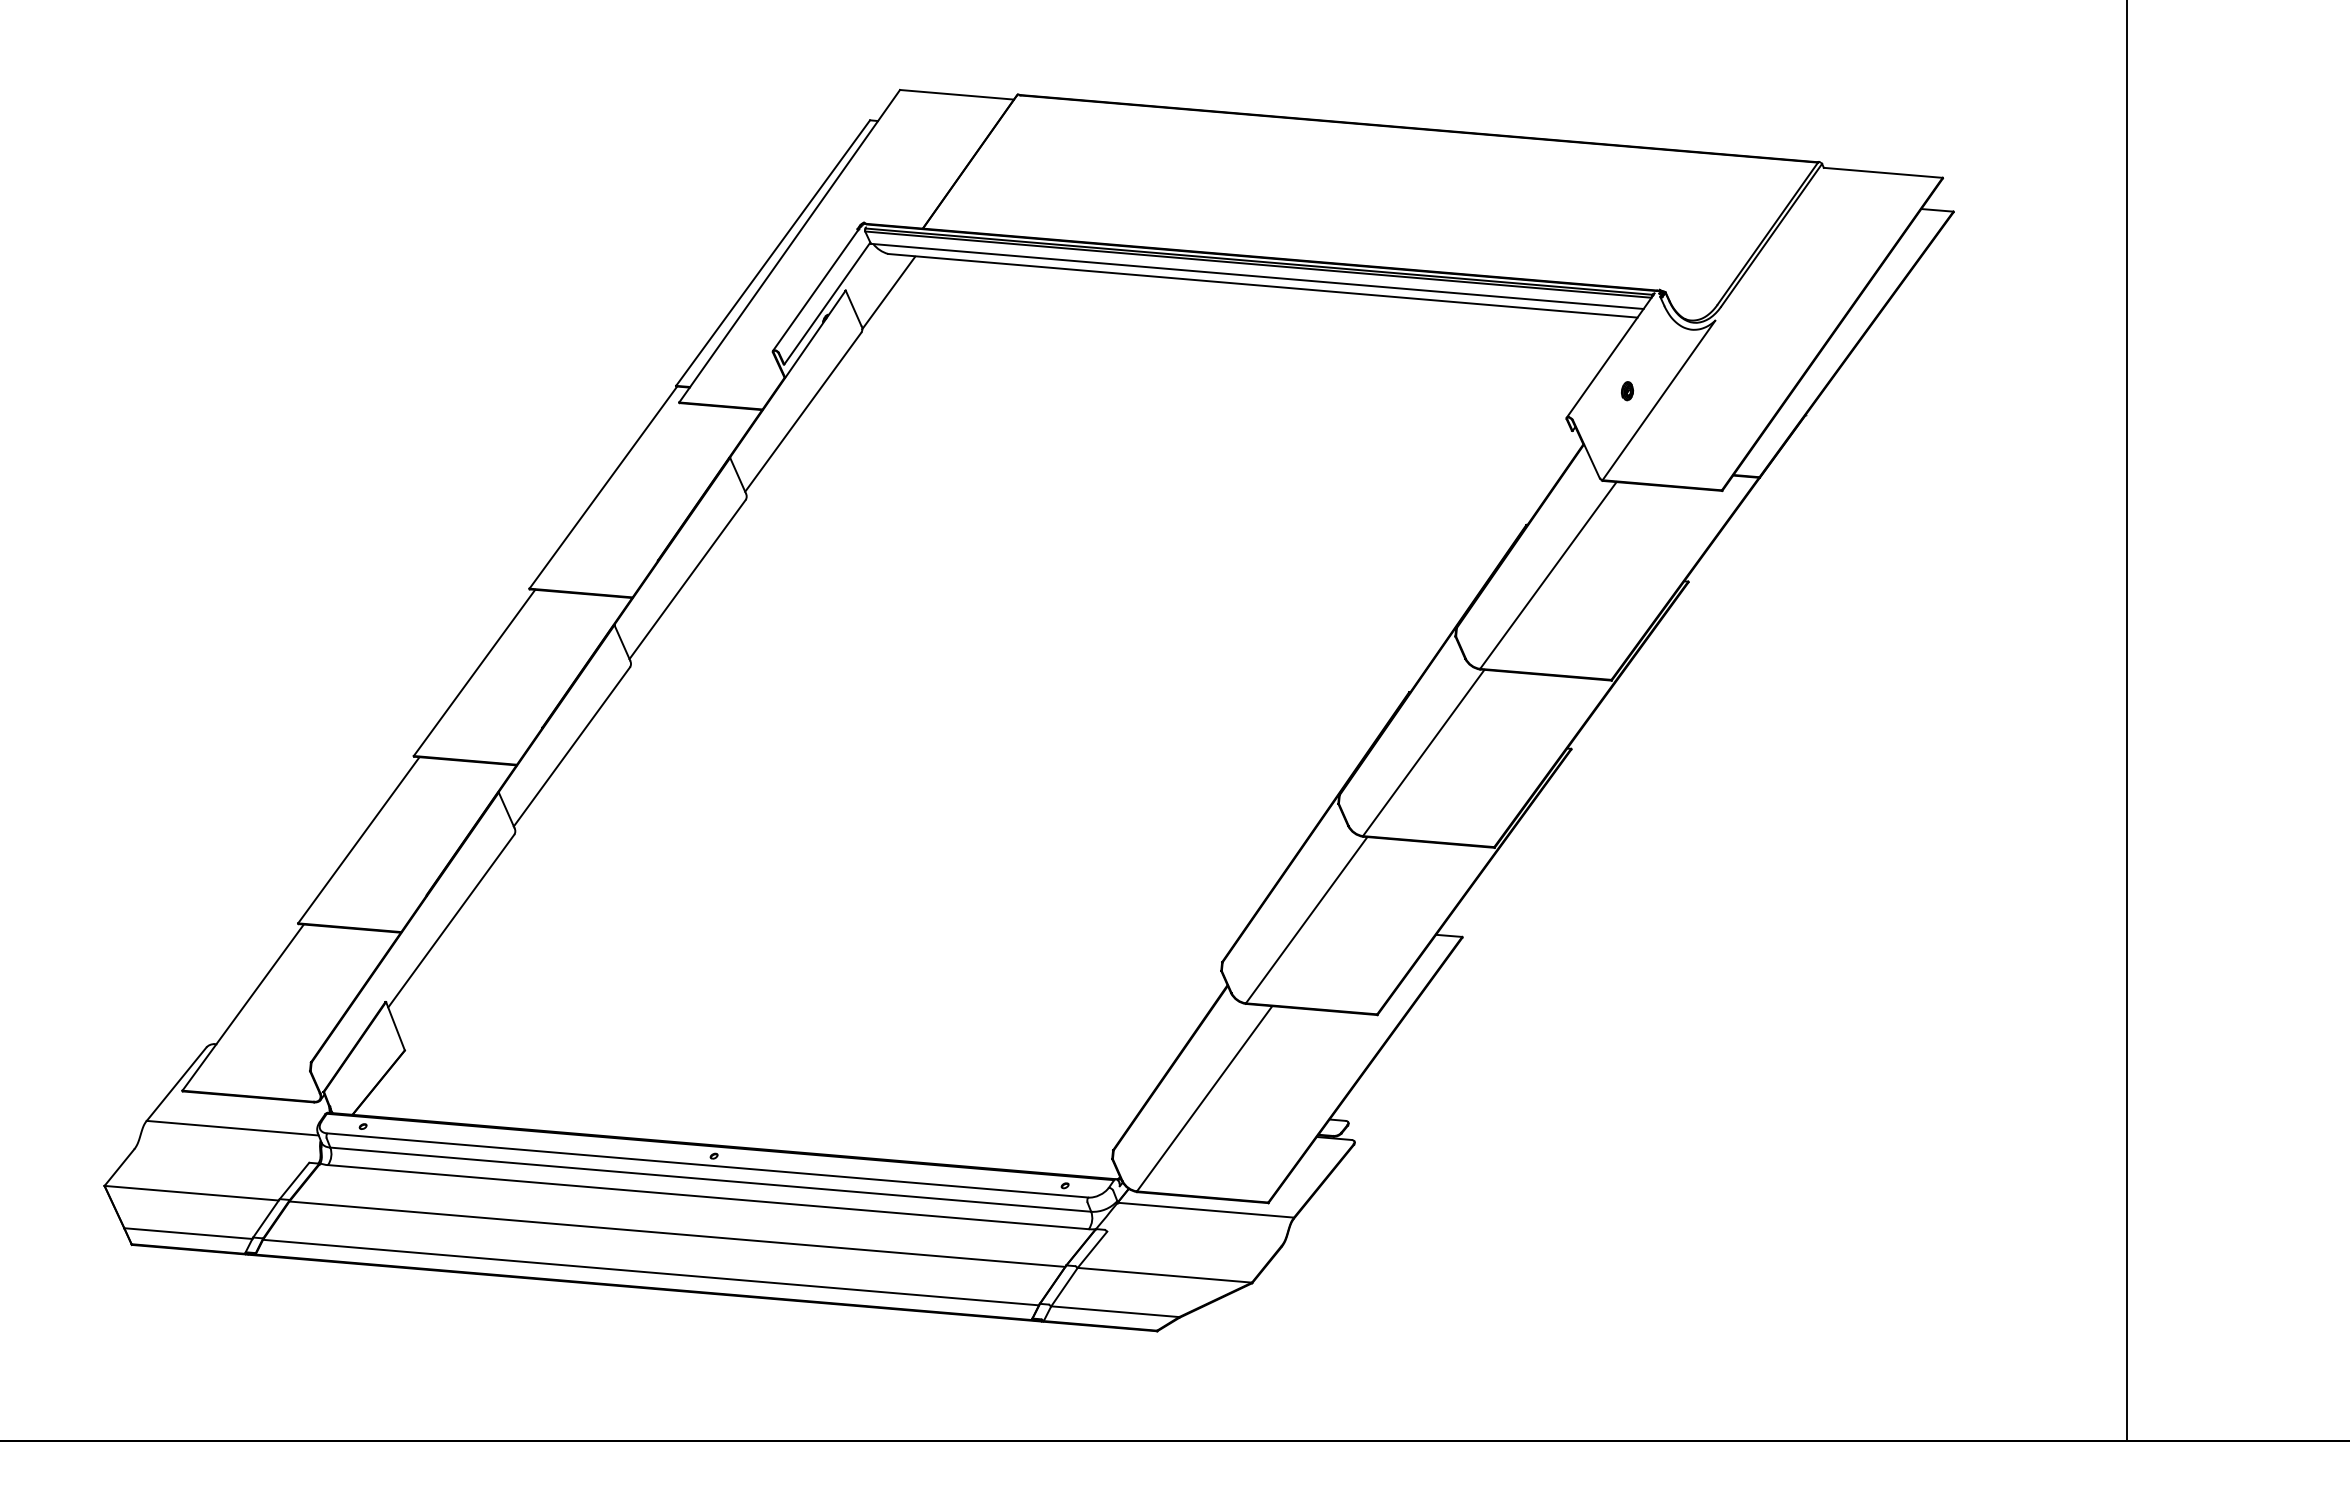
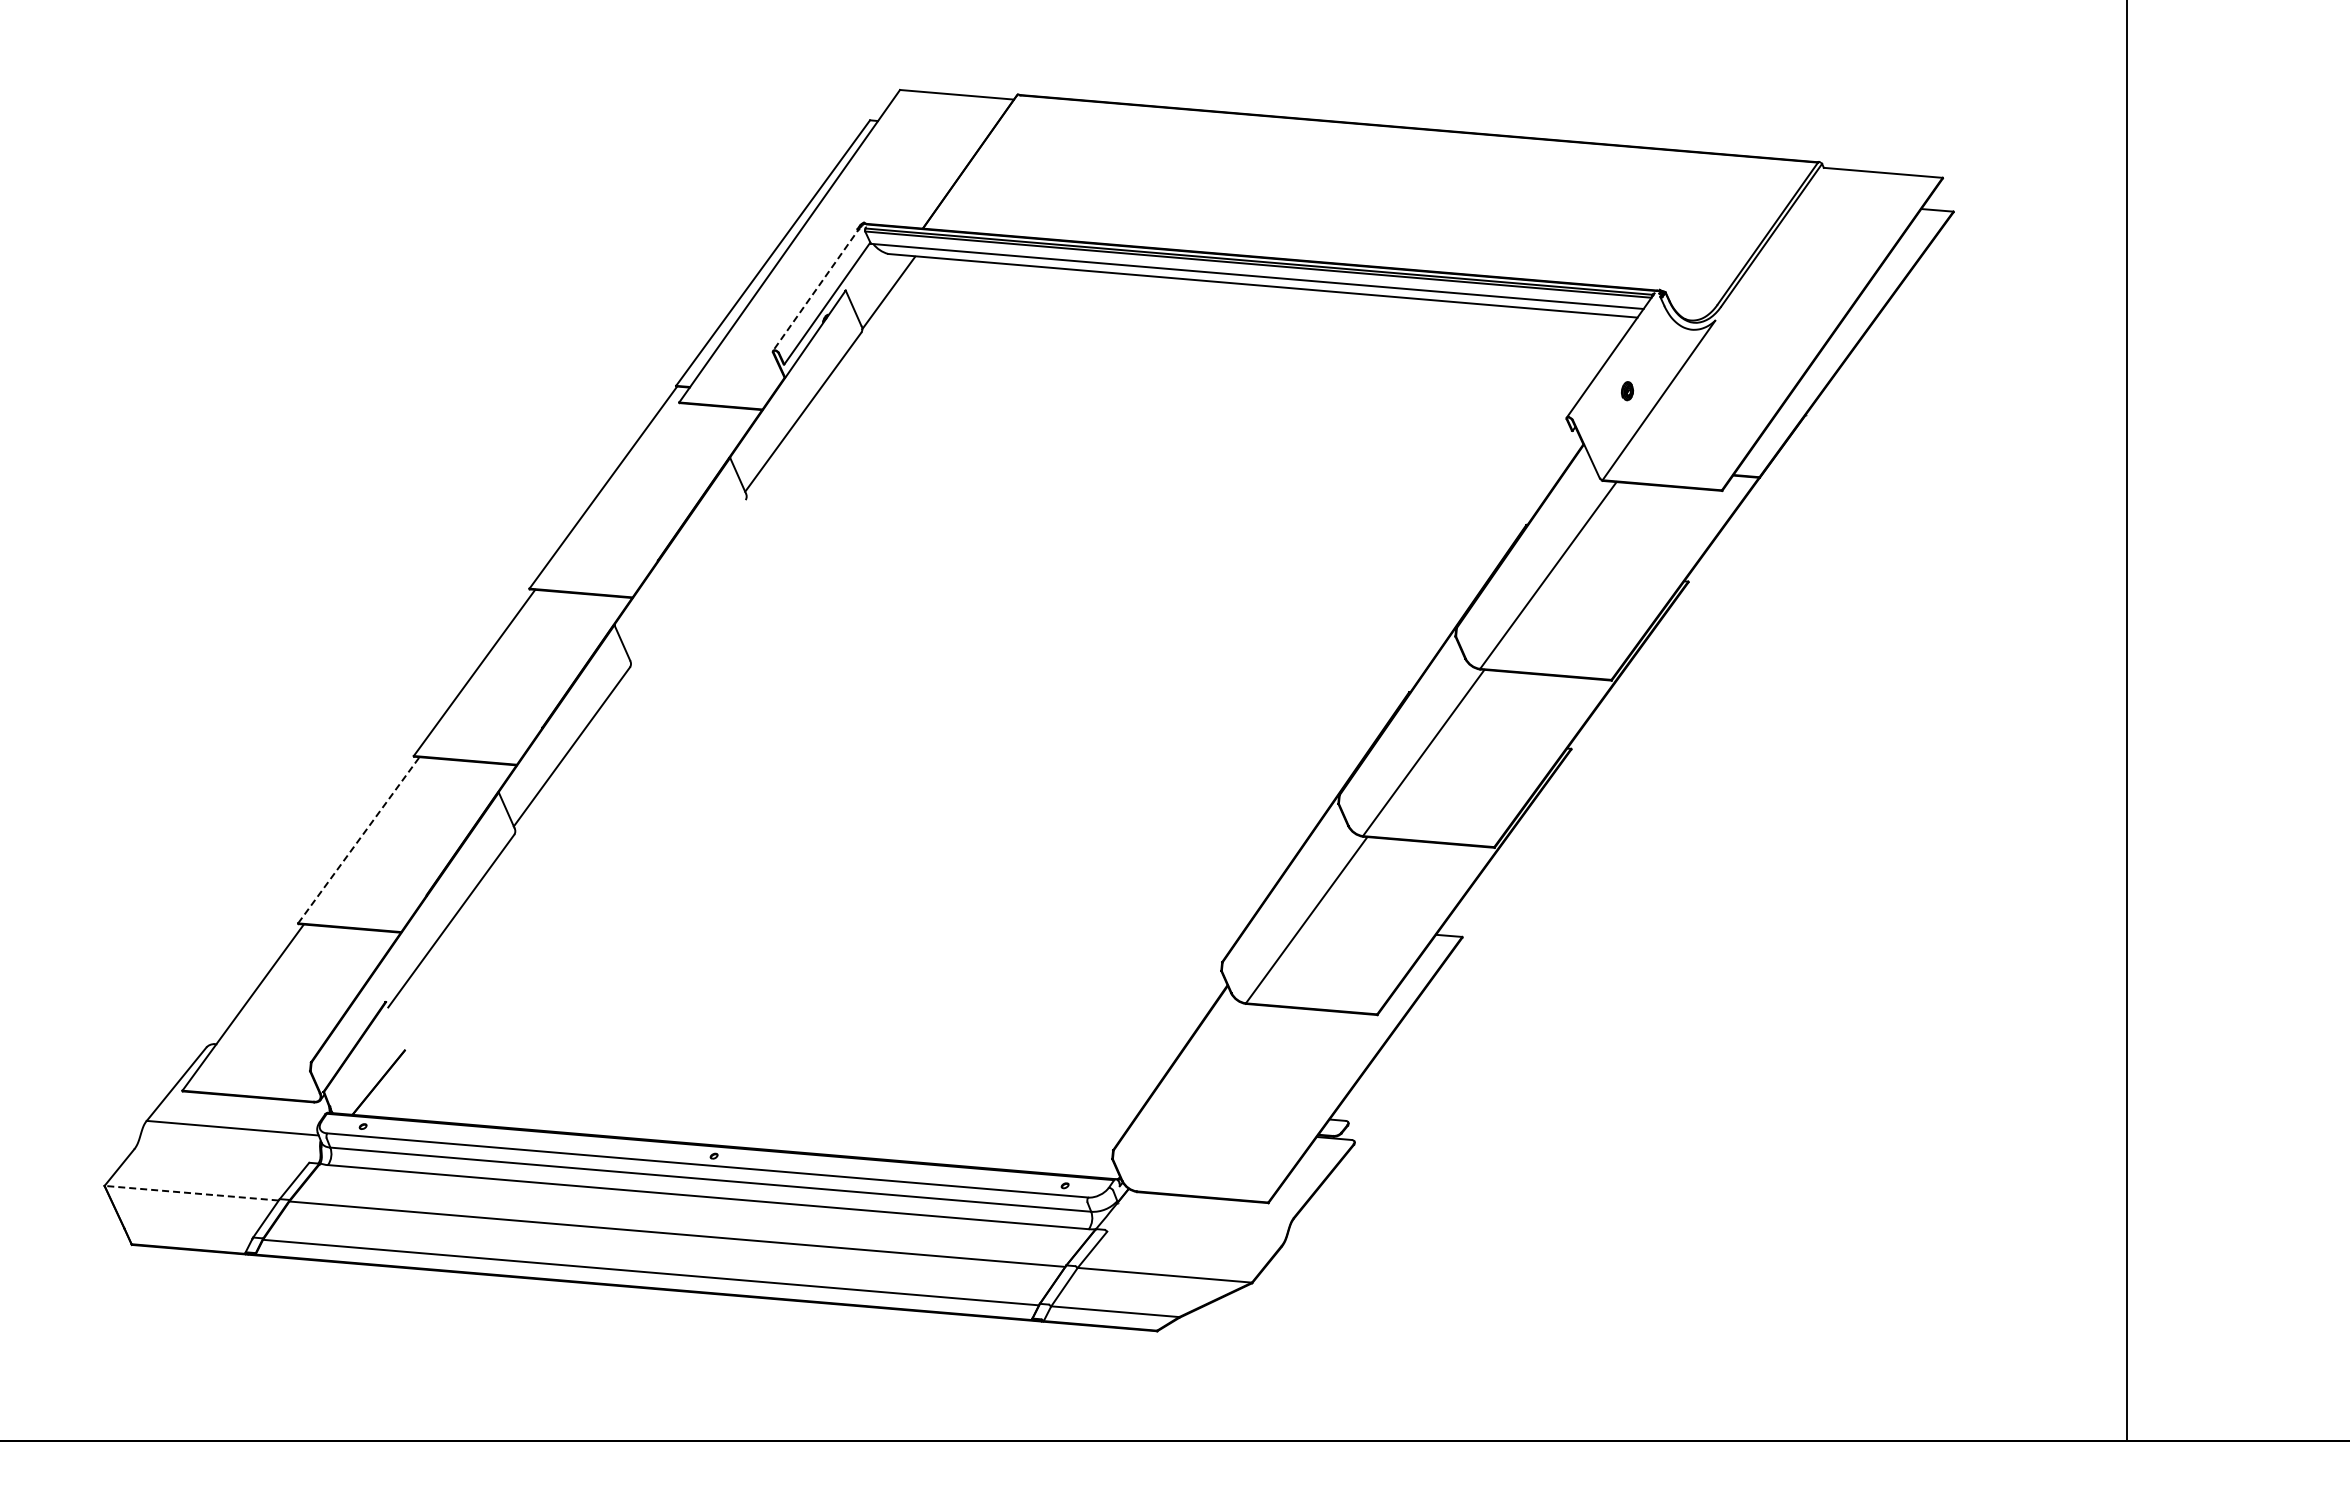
line at (816, 289): solid -> dashed
line at (687, 579): present -> none
line at (358, 840): solid -> dashed
line at (395, 1026): present -> none
line at (1204, 1098): present -> none
line at (191, 1193): solid -> dashed
line at (1205, 1209): present -> none
line at (188, 1233): present -> none
